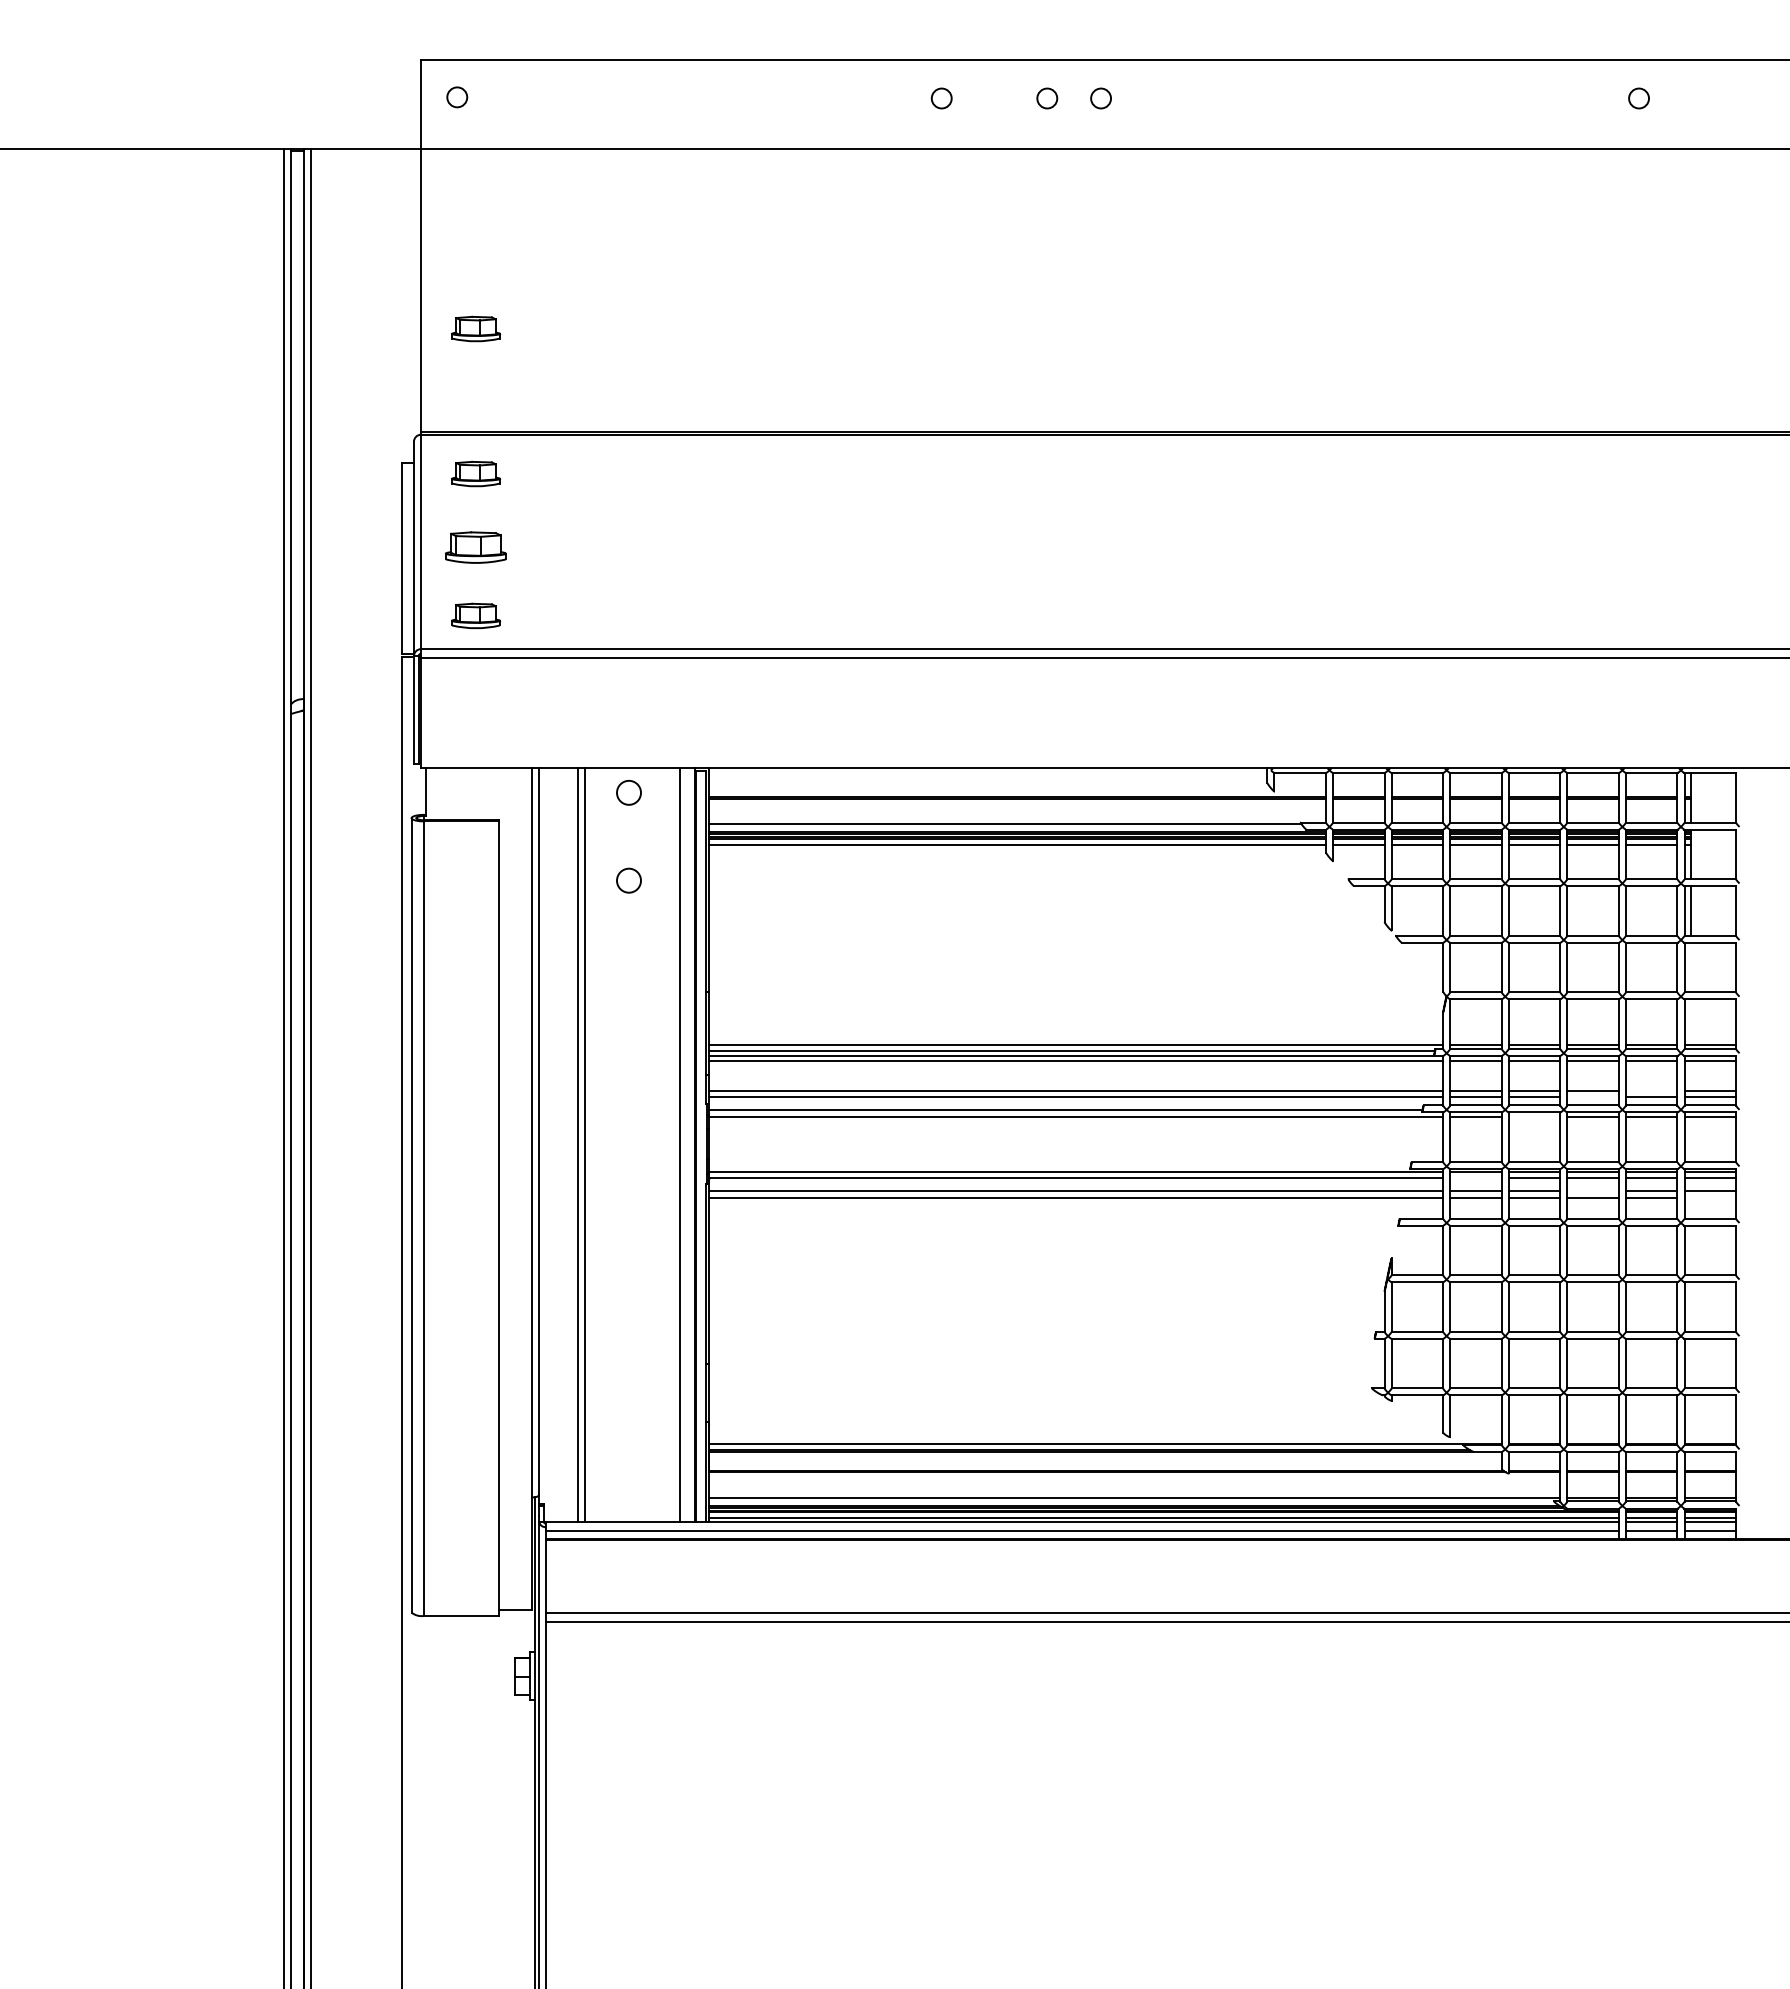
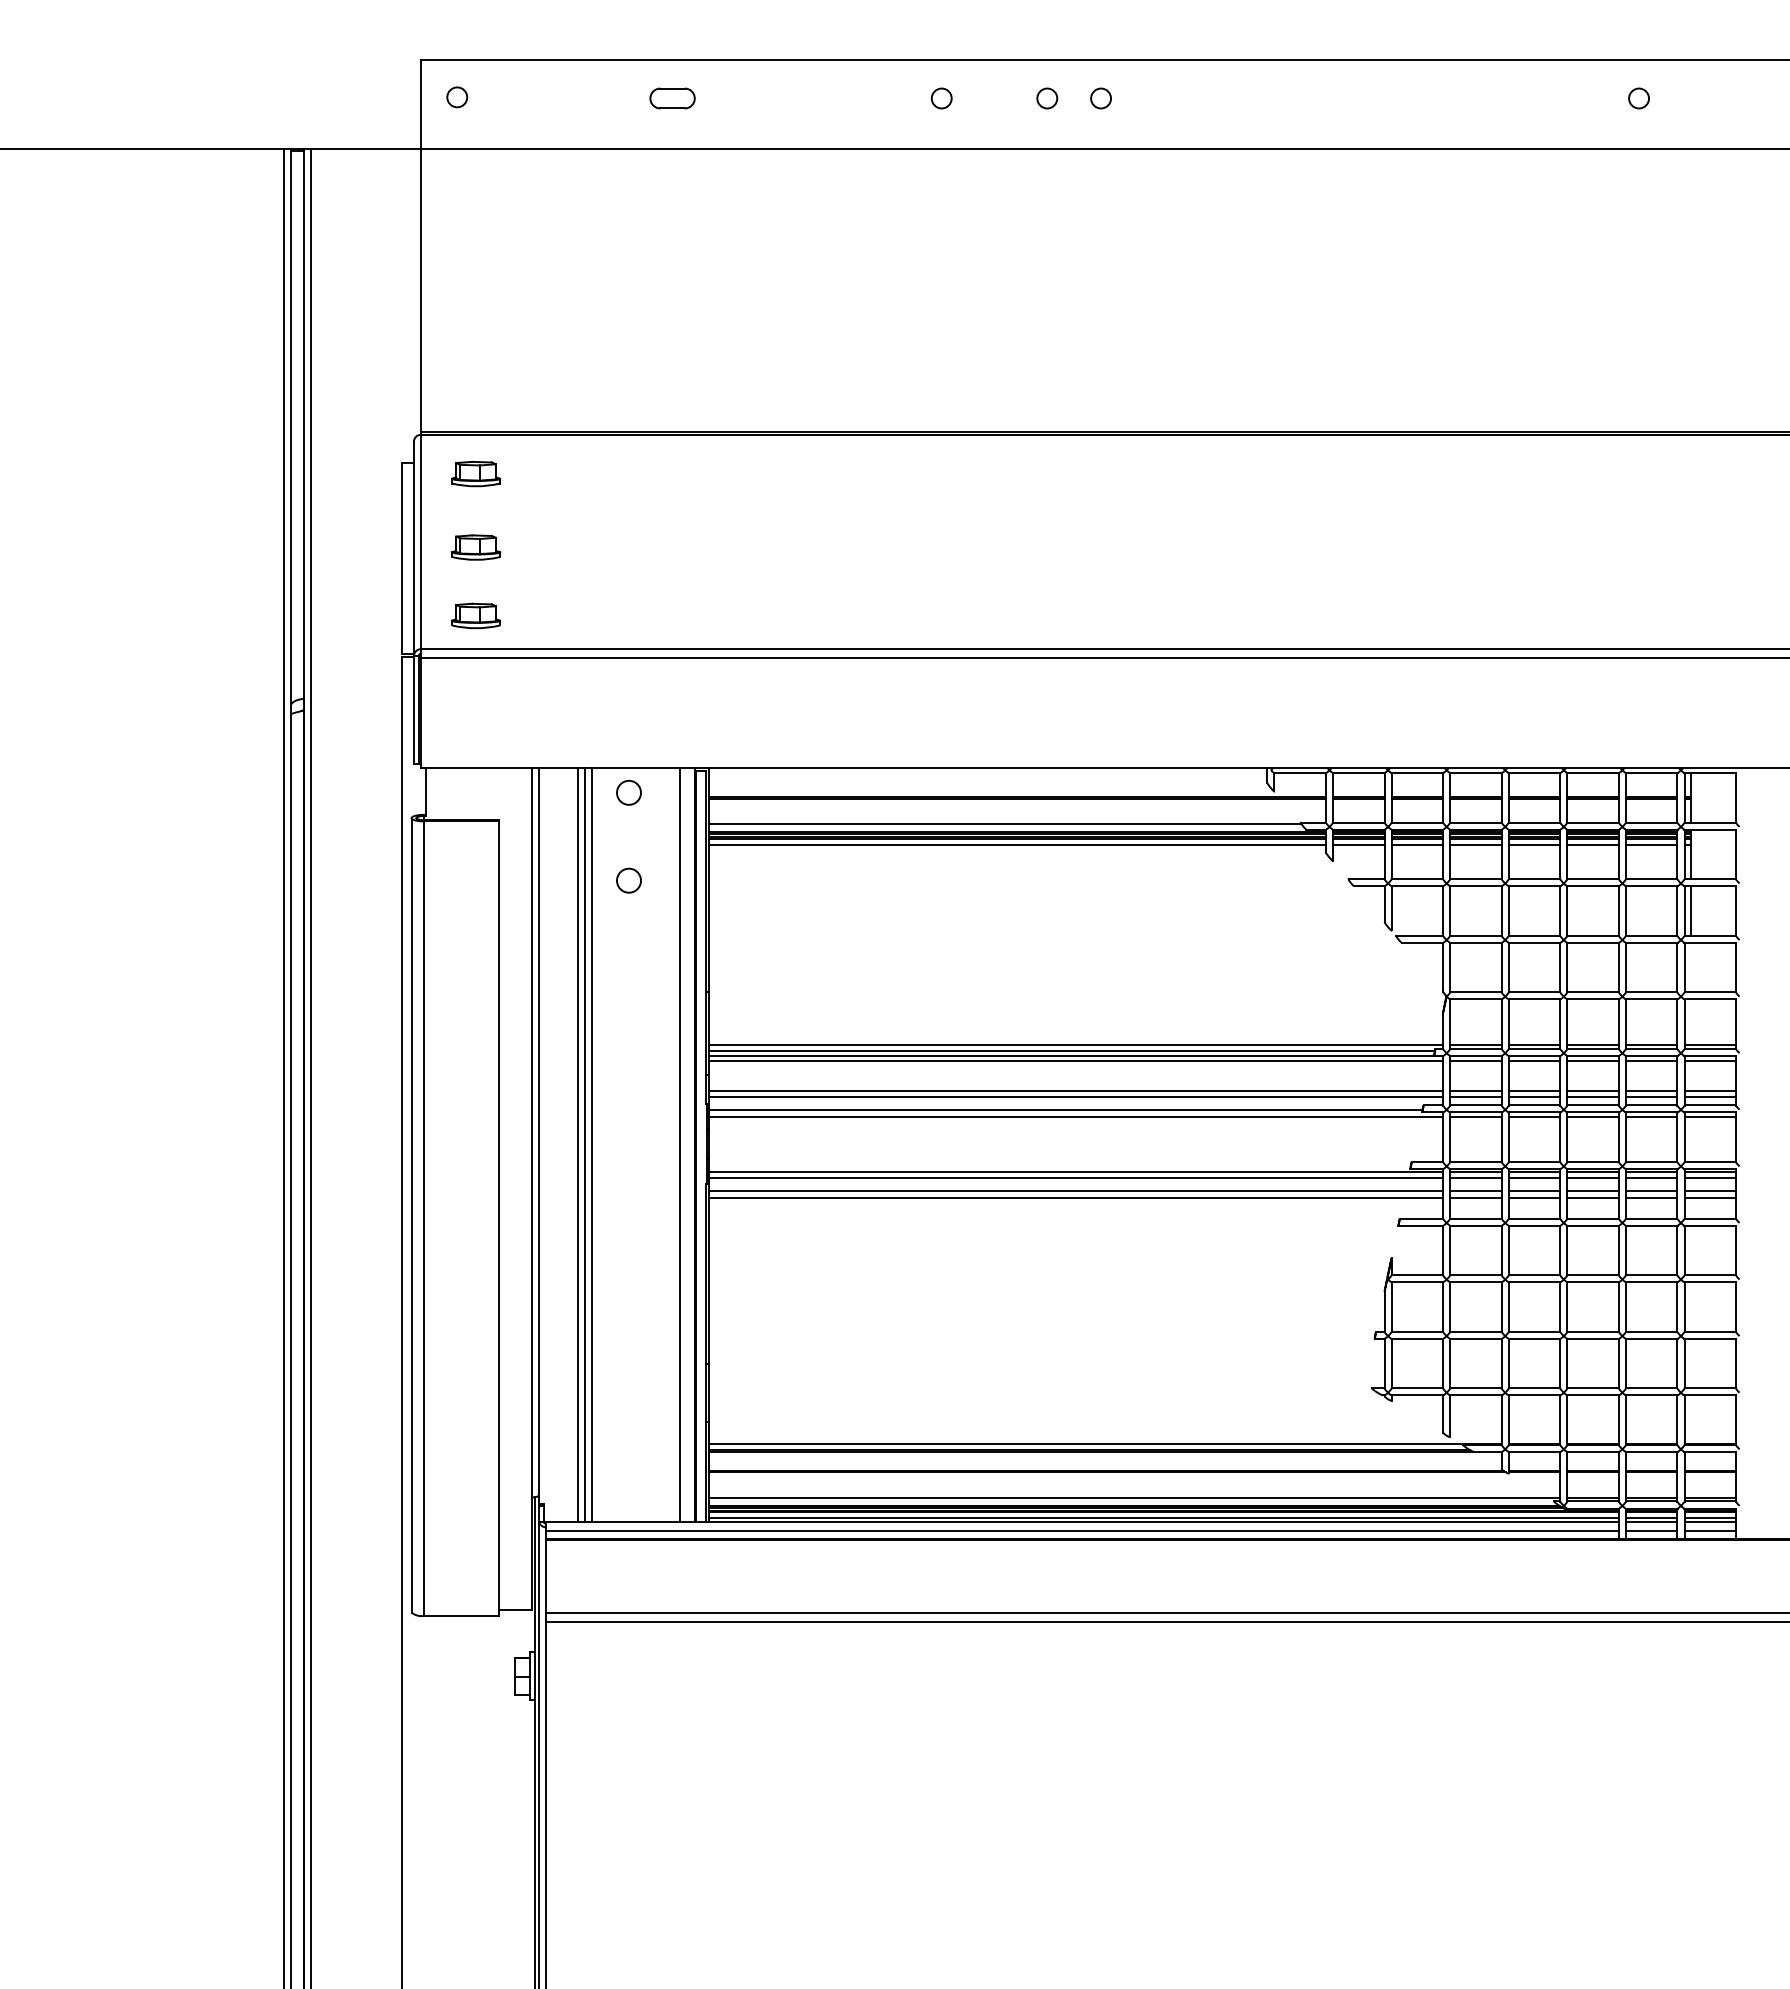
part at (672, 98): none -> present
part at (476, 328): present -> none
part at (475, 547) size: 62x33 px -> 51x27 px
line at (1651, 1090): none -> present
line at (1592, 1097): none -> present
line at (1534, 1116): none -> present
line at (592, 1144): none -> present
line at (1475, 1178): none -> present
line at (1592, 1191): none -> present
line at (1710, 1197): none -> present
